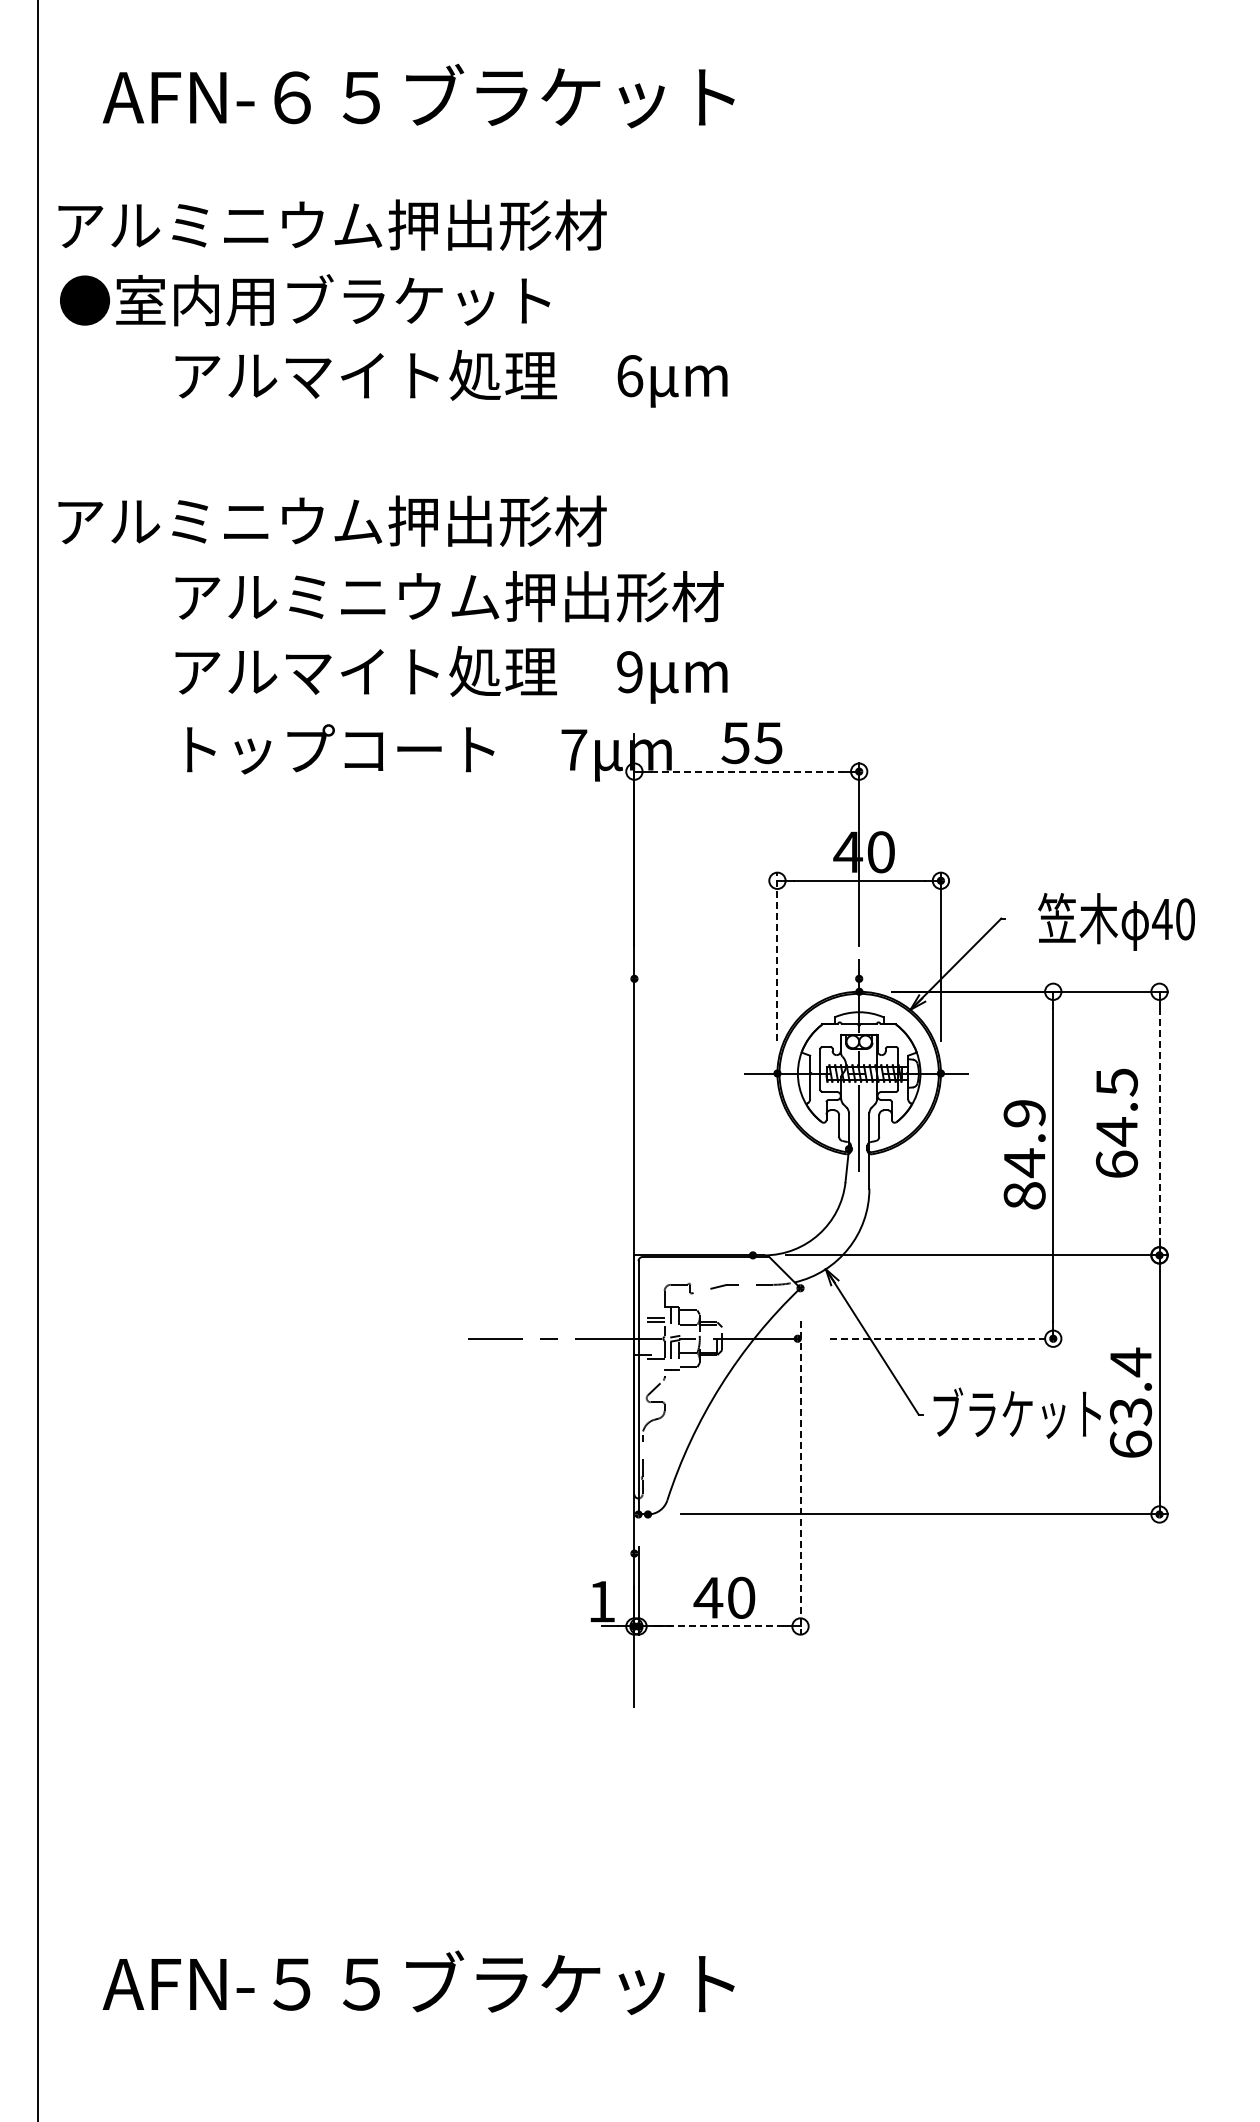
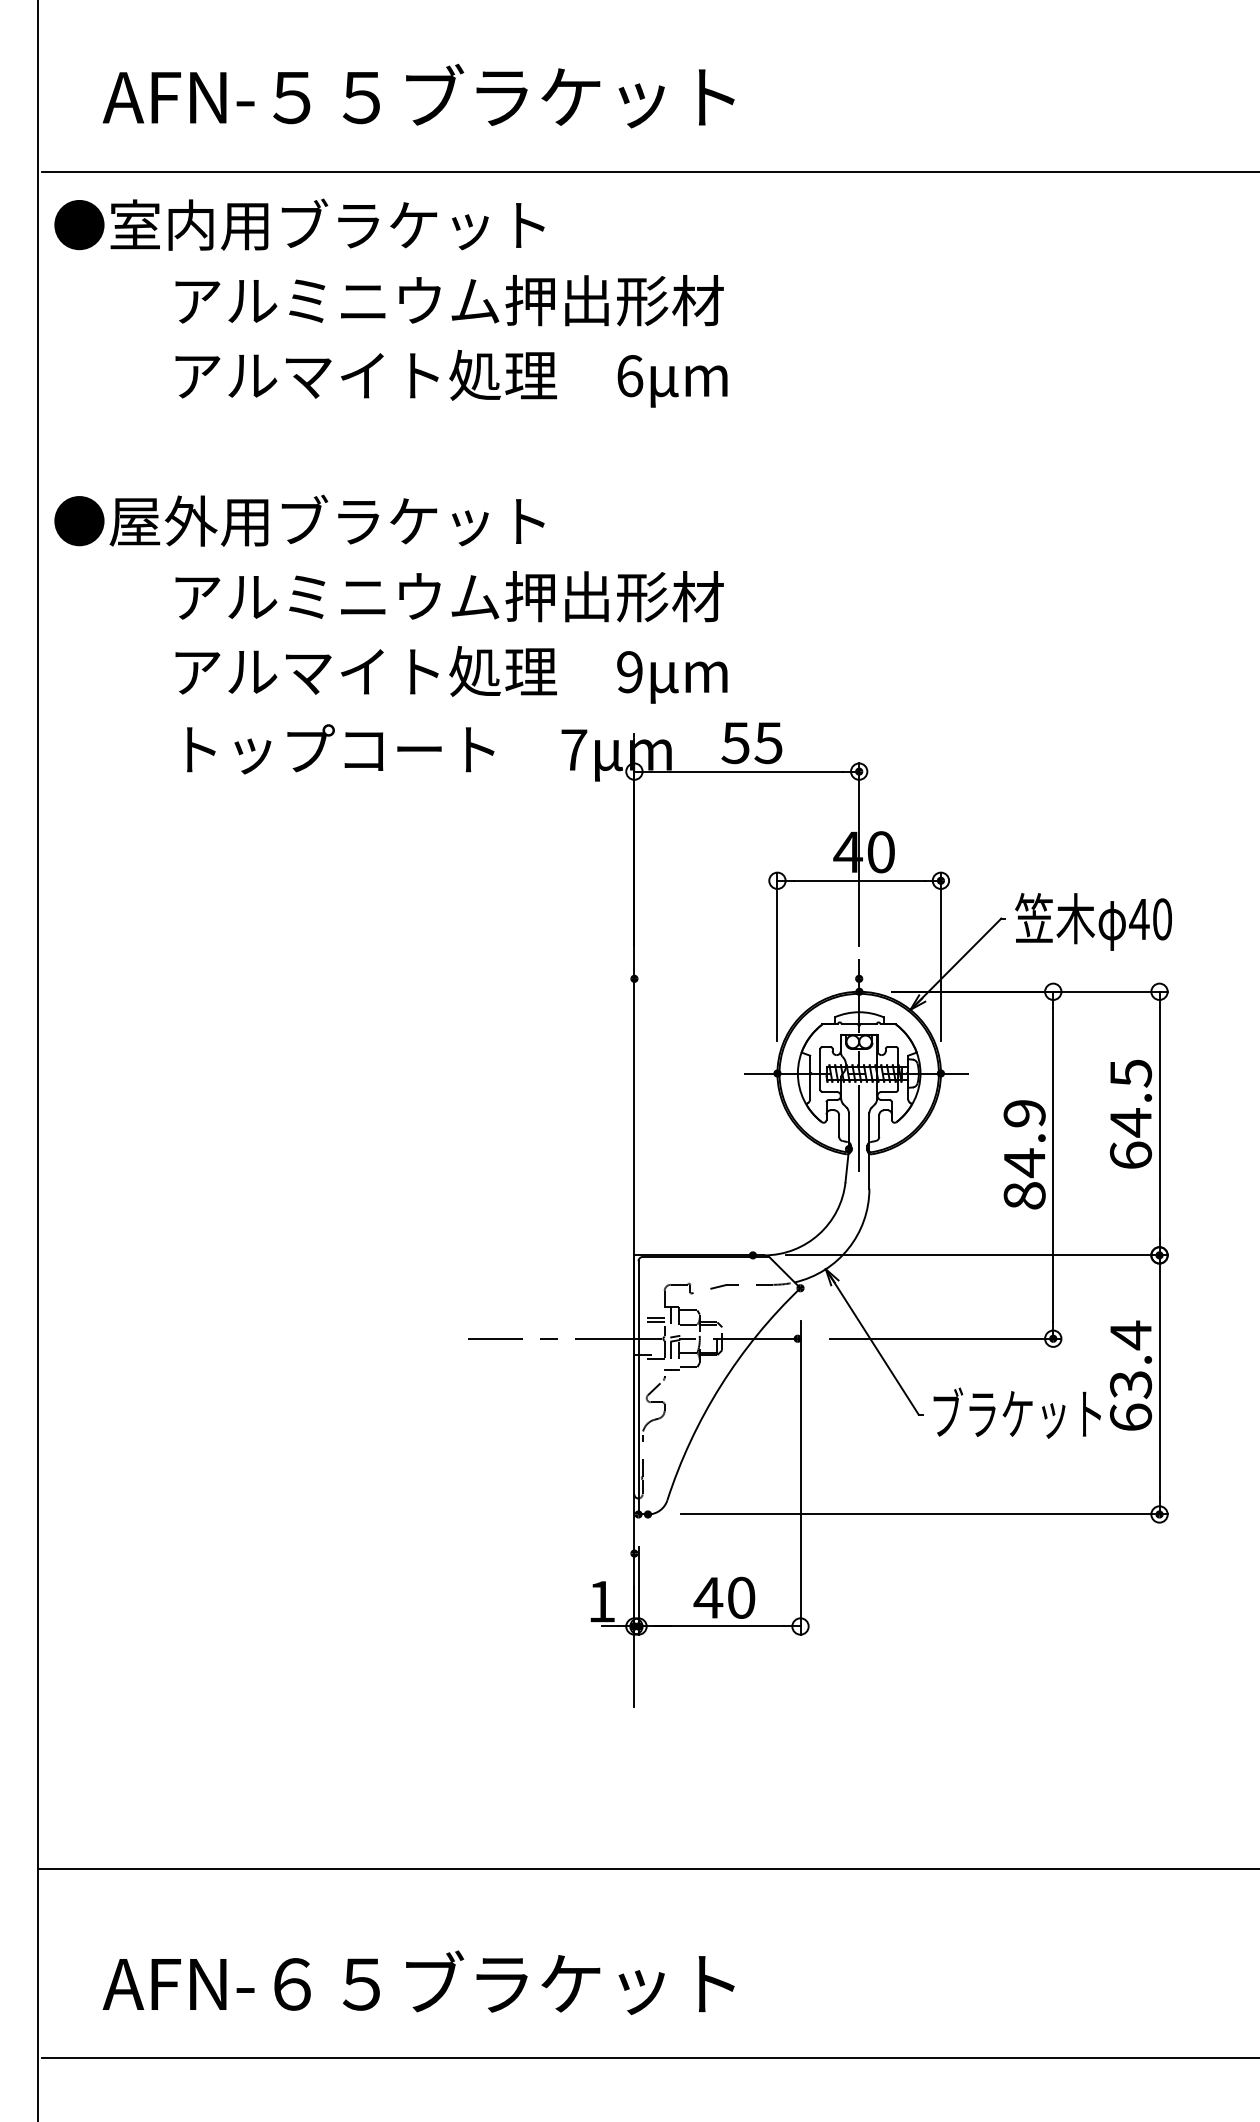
text at (291, 97): AFN-６５ブラケット -> AFN-５５ブラケット
line at (648, 171): none -> present
text at (330, 224): アルミニウム押出形材 -> ●室内用ブラケット
text at (391, 300): ●室内用ブラケット -> アルミニウム押出形材
text at (330, 520): アルミニウム押出形材 -> ●屋外用ブラケット
line at (747, 771): dashed -> solid
text at (1116, 921) position: (1116, 921) -> (1093, 921)
line at (777, 956): dashed -> solid
text at (1116, 1122) position: (1116, 1122) -> (1130, 1113)
line at (1159, 1124): dashed -> solid
line at (945, 1338): dashed -> solid
text at (1130, 1402) position: (1130, 1402) -> (1130, 1375)
line at (800, 1477): dashed -> solid
line at (719, 1626): dashed -> solid
line at (646, 1869): none -> present
text at (291, 1984): AFN-５５ブラケット -> AFN-６５ブラケット
line at (648, 2058): none -> present
